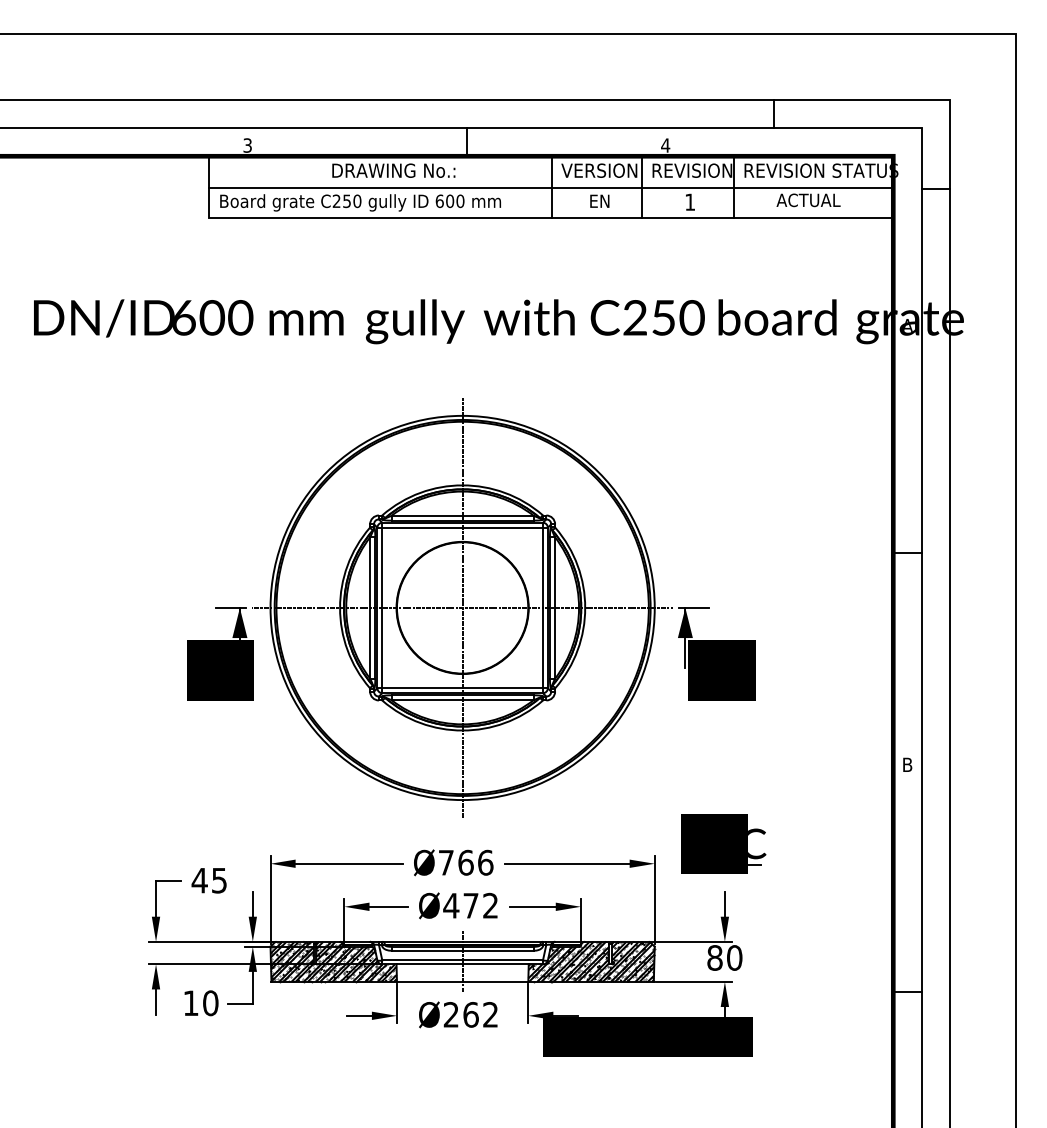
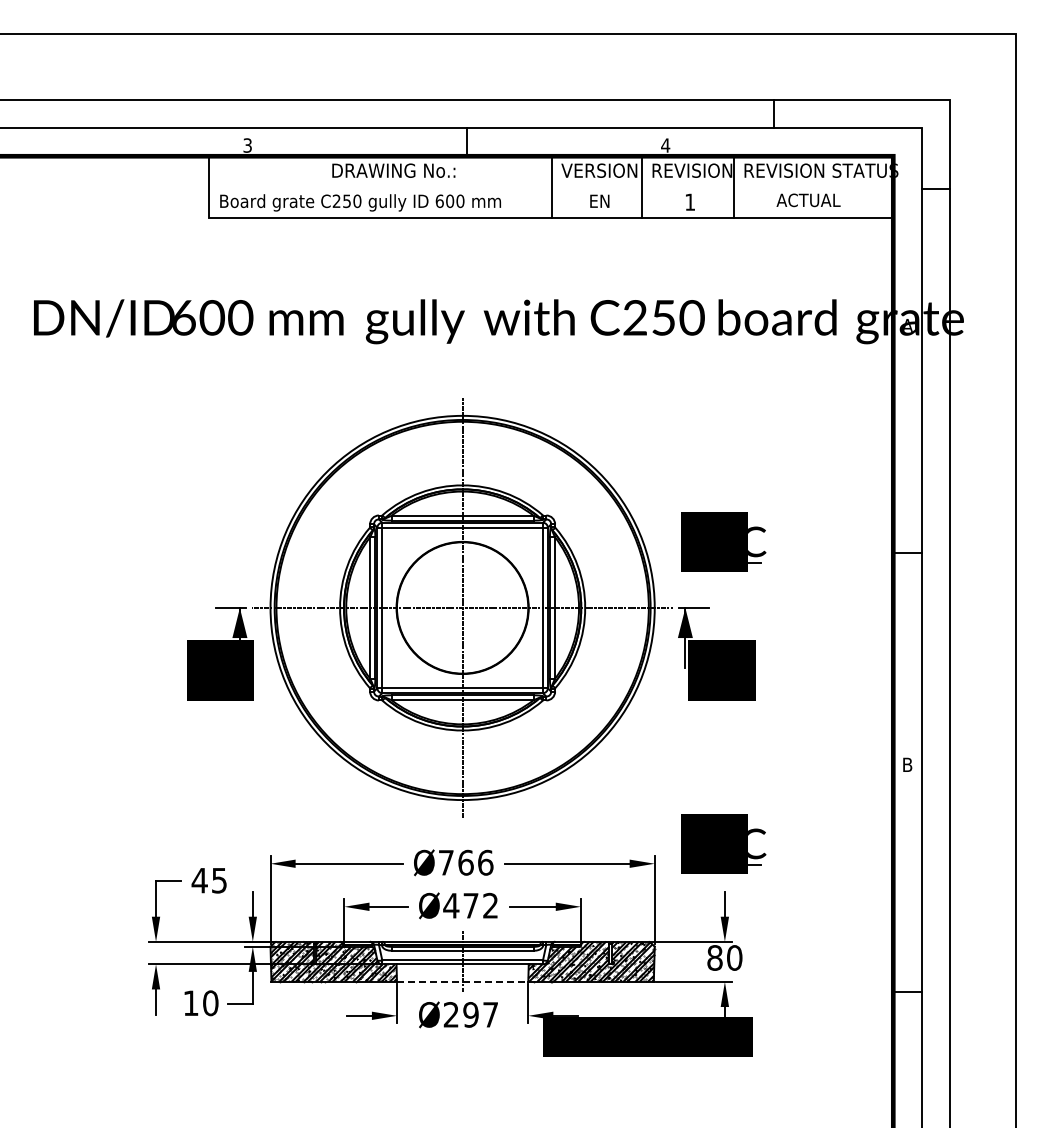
line at (550, 187): present -> none
part at (723, 541): none -> present
line at (462, 981): solid -> dashed
text at (480, 1014): Ø262 -> Ø297
